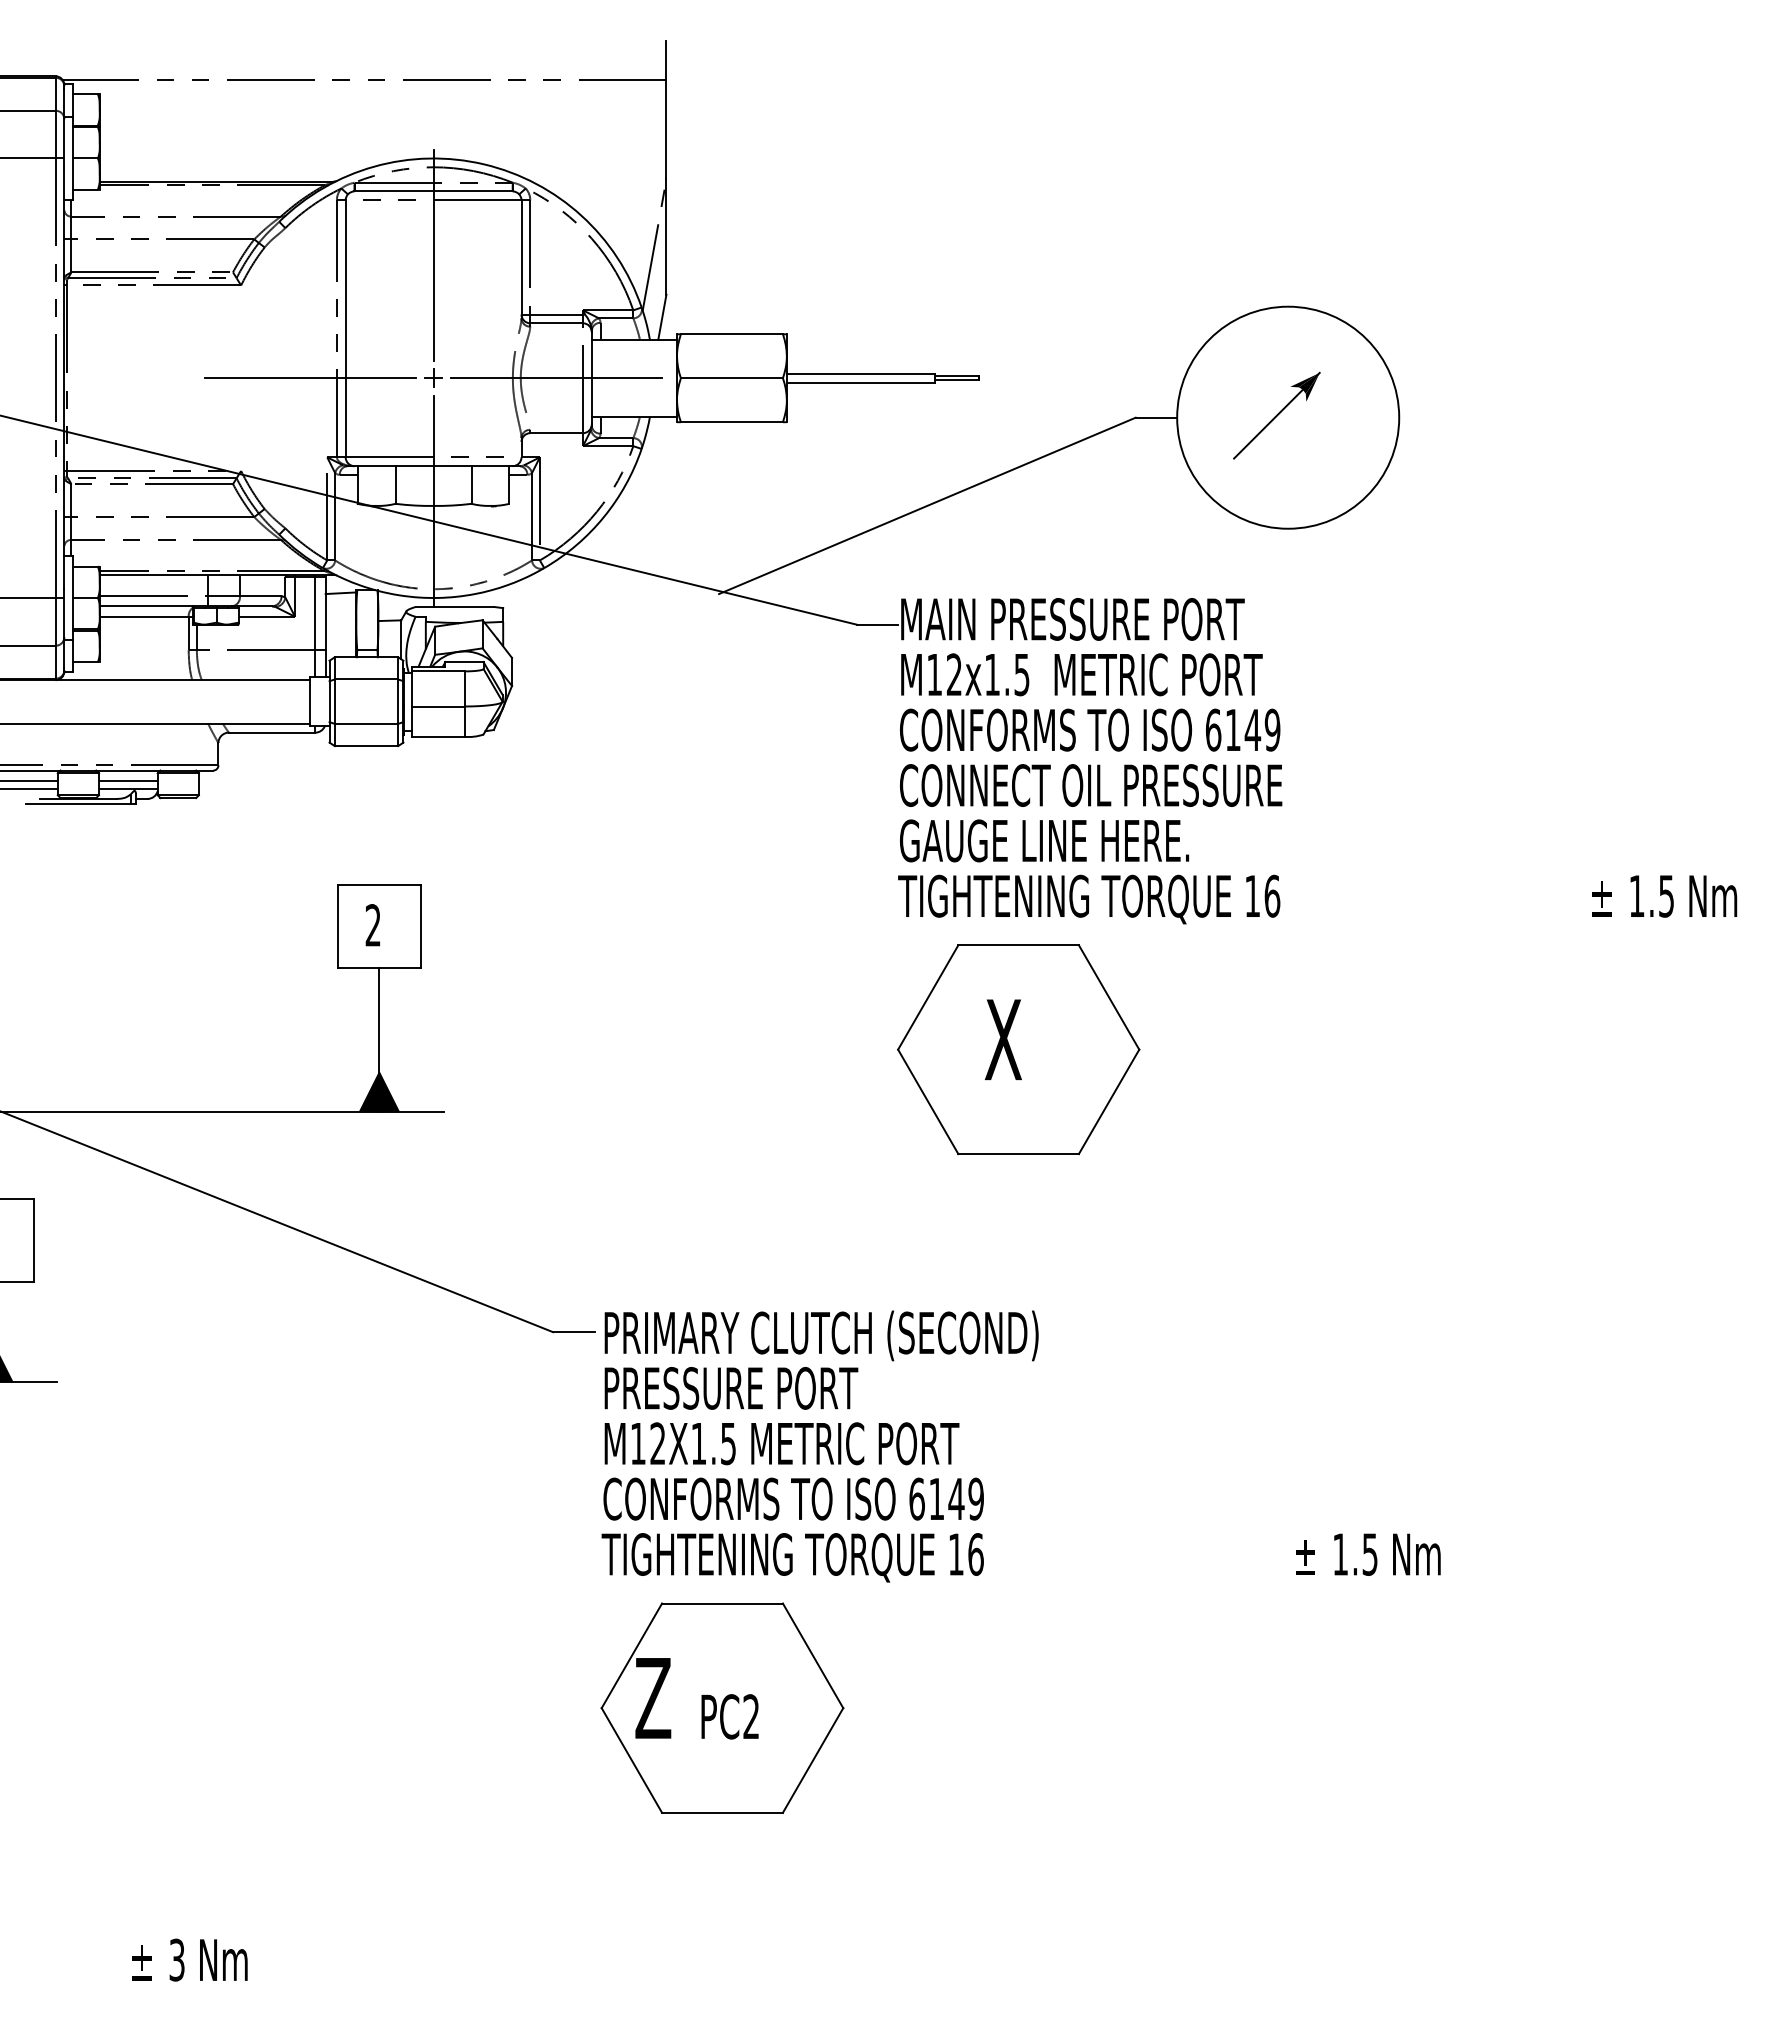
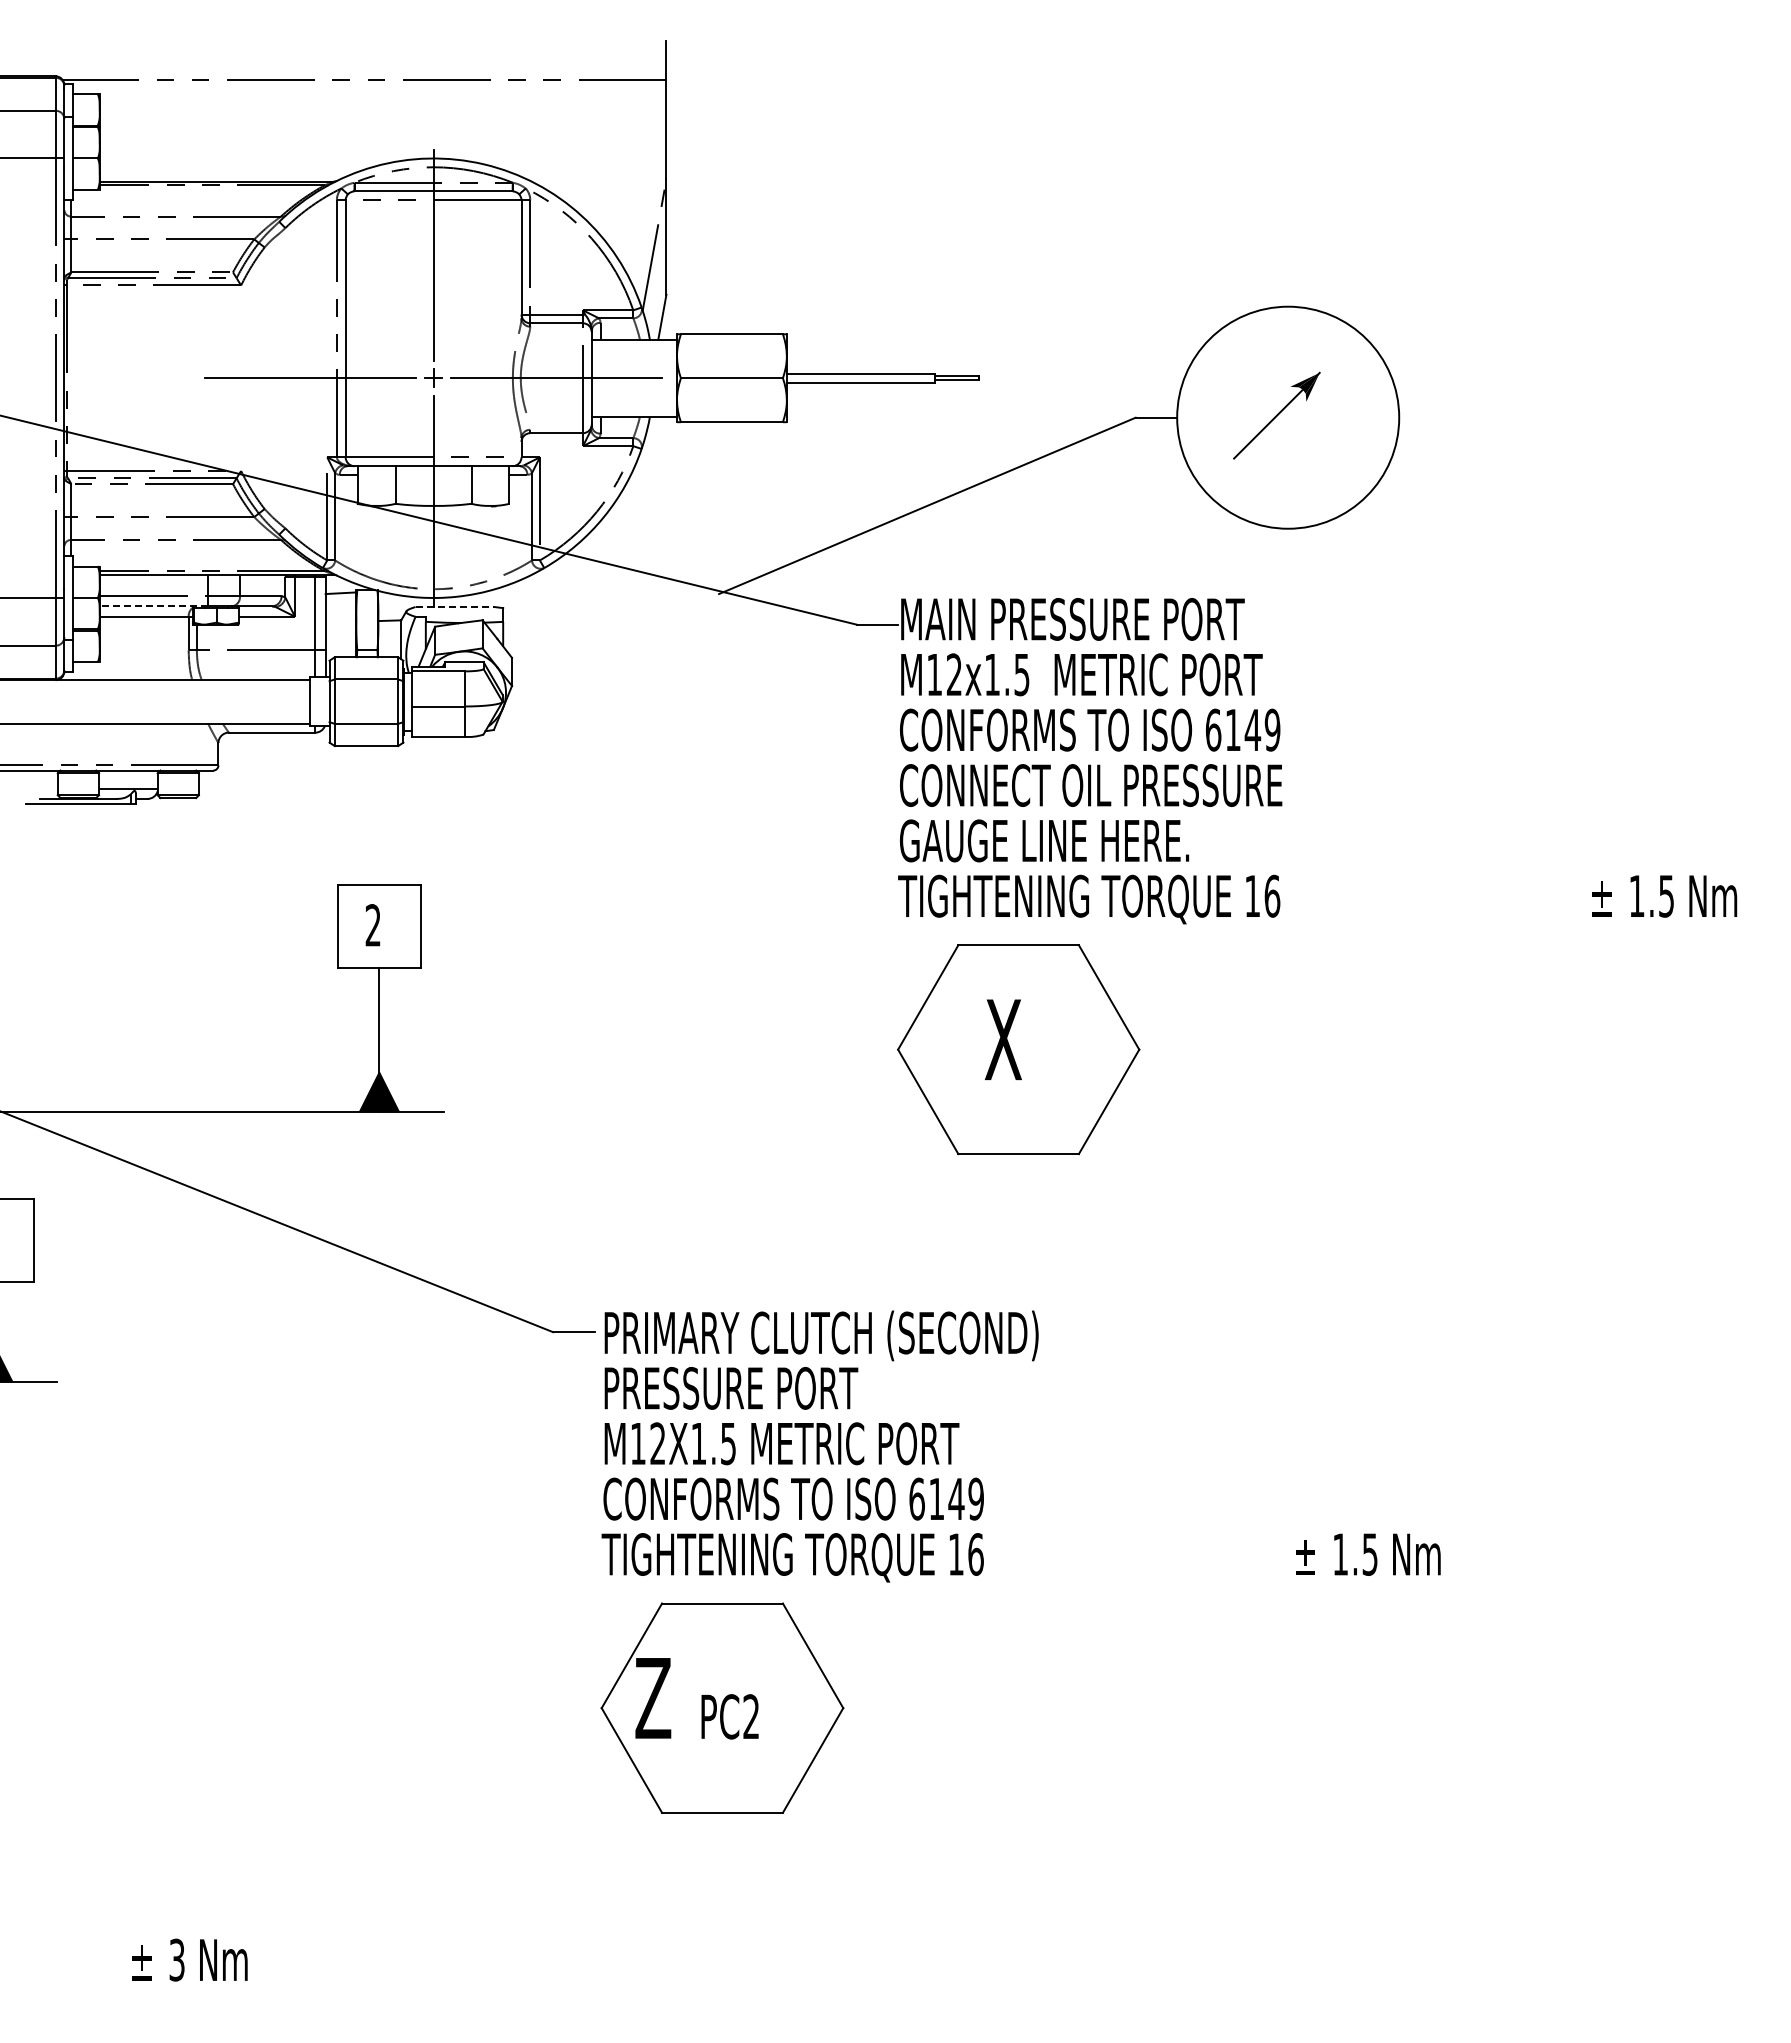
line at (153, 606): solid -> dashed
line at (455, 607): solid -> dashed
line at (29, 780): present -> none
line at (128, 780): present -> none
line at (29, 788): present -> none
